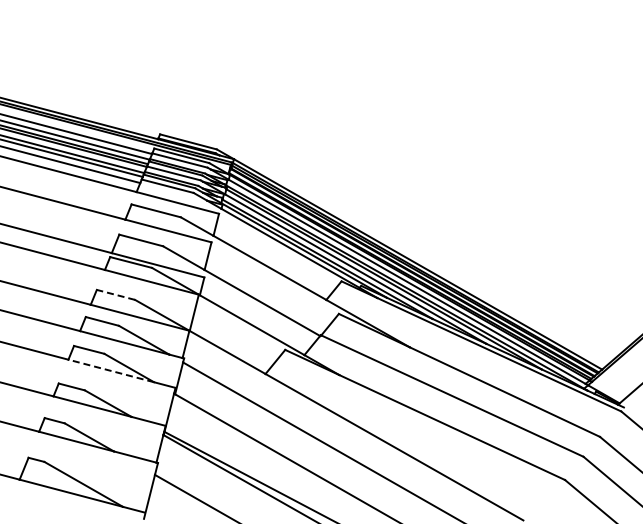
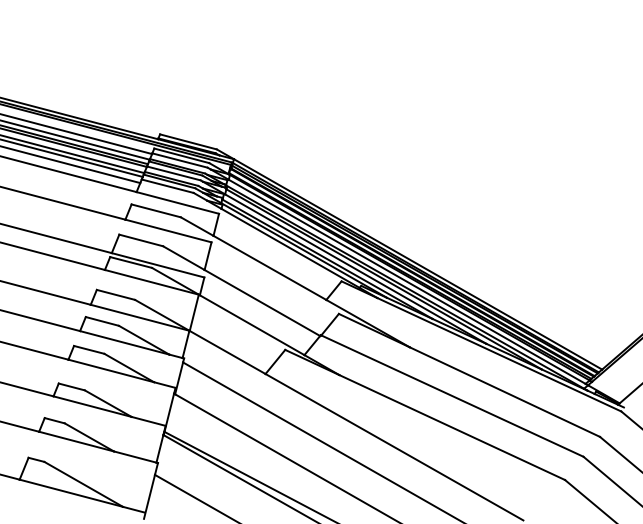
line at (115, 294): dashed -> solid
line at (110, 370): dashed -> solid
